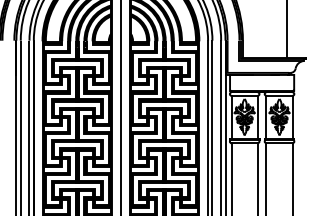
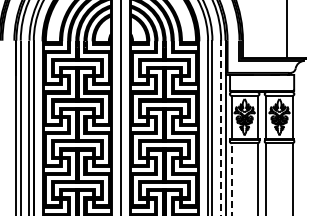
line at (221, 127): solid -> dashed
line at (231, 179): solid -> dashed
